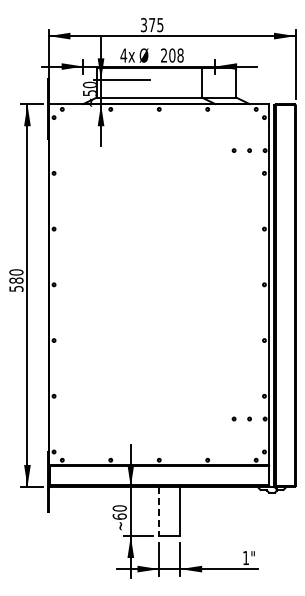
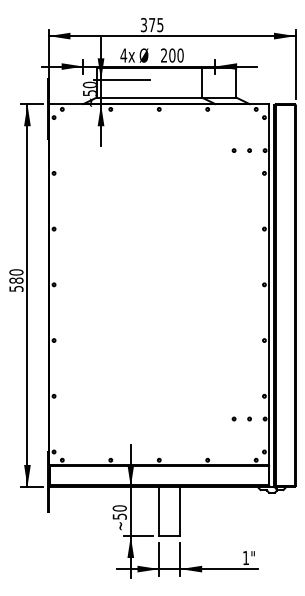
text at (180, 55): 208 -> 200
line at (159, 511): dashed -> solid
text at (119, 516): ~60 -> ~50
